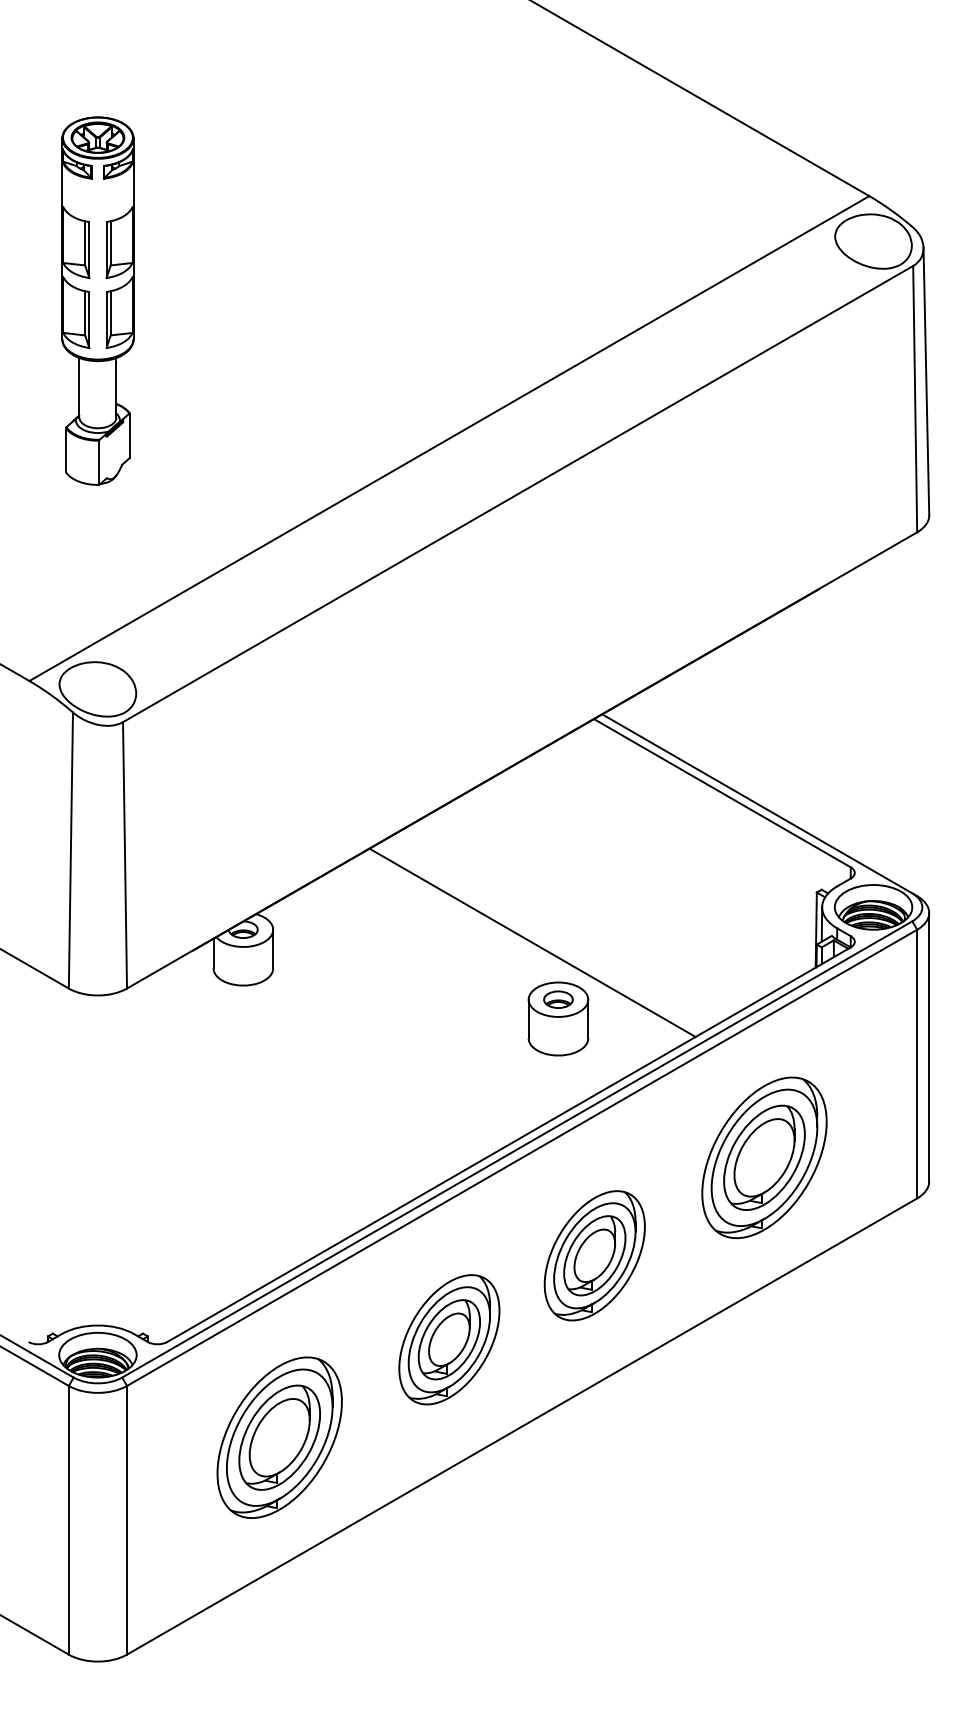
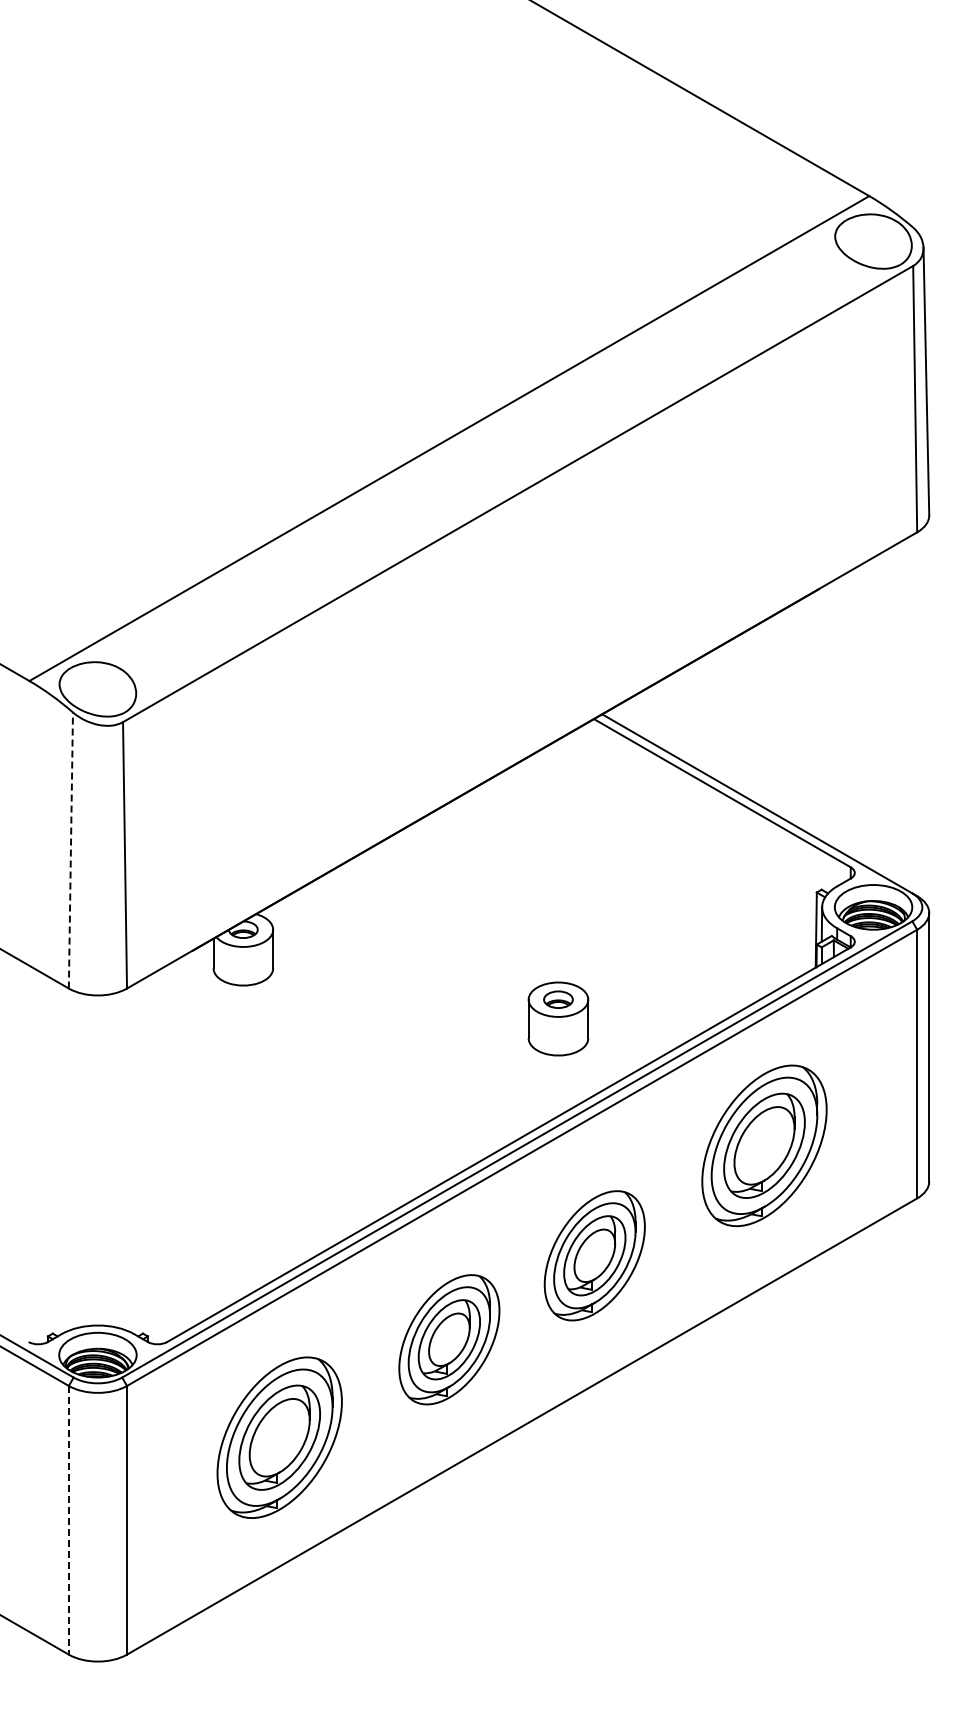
part at (97, 300): present -> none
line at (70, 850): solid -> dashed
line at (532, 942): present -> none
part at (764, 1157) position: (764, 1157) -> (764, 1145)
line at (68, 1520): solid -> dashed
